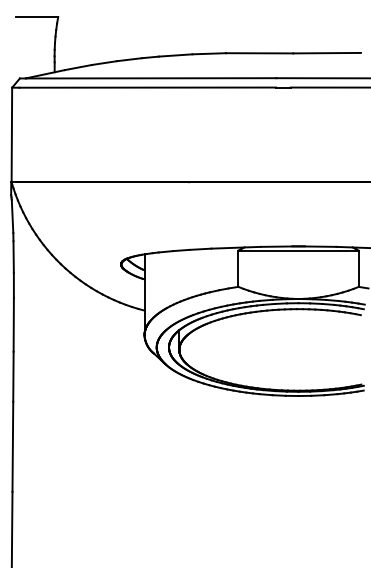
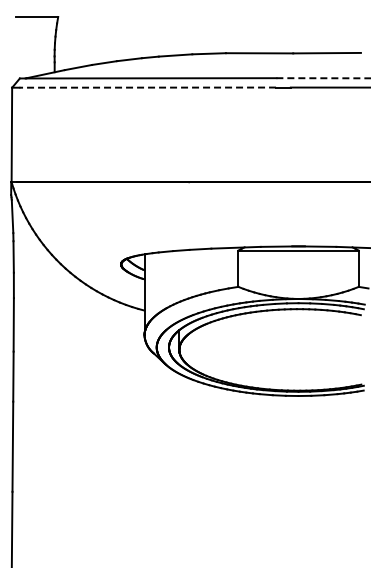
line at (323, 78): solid -> dashed
line at (147, 87): solid -> dashed
